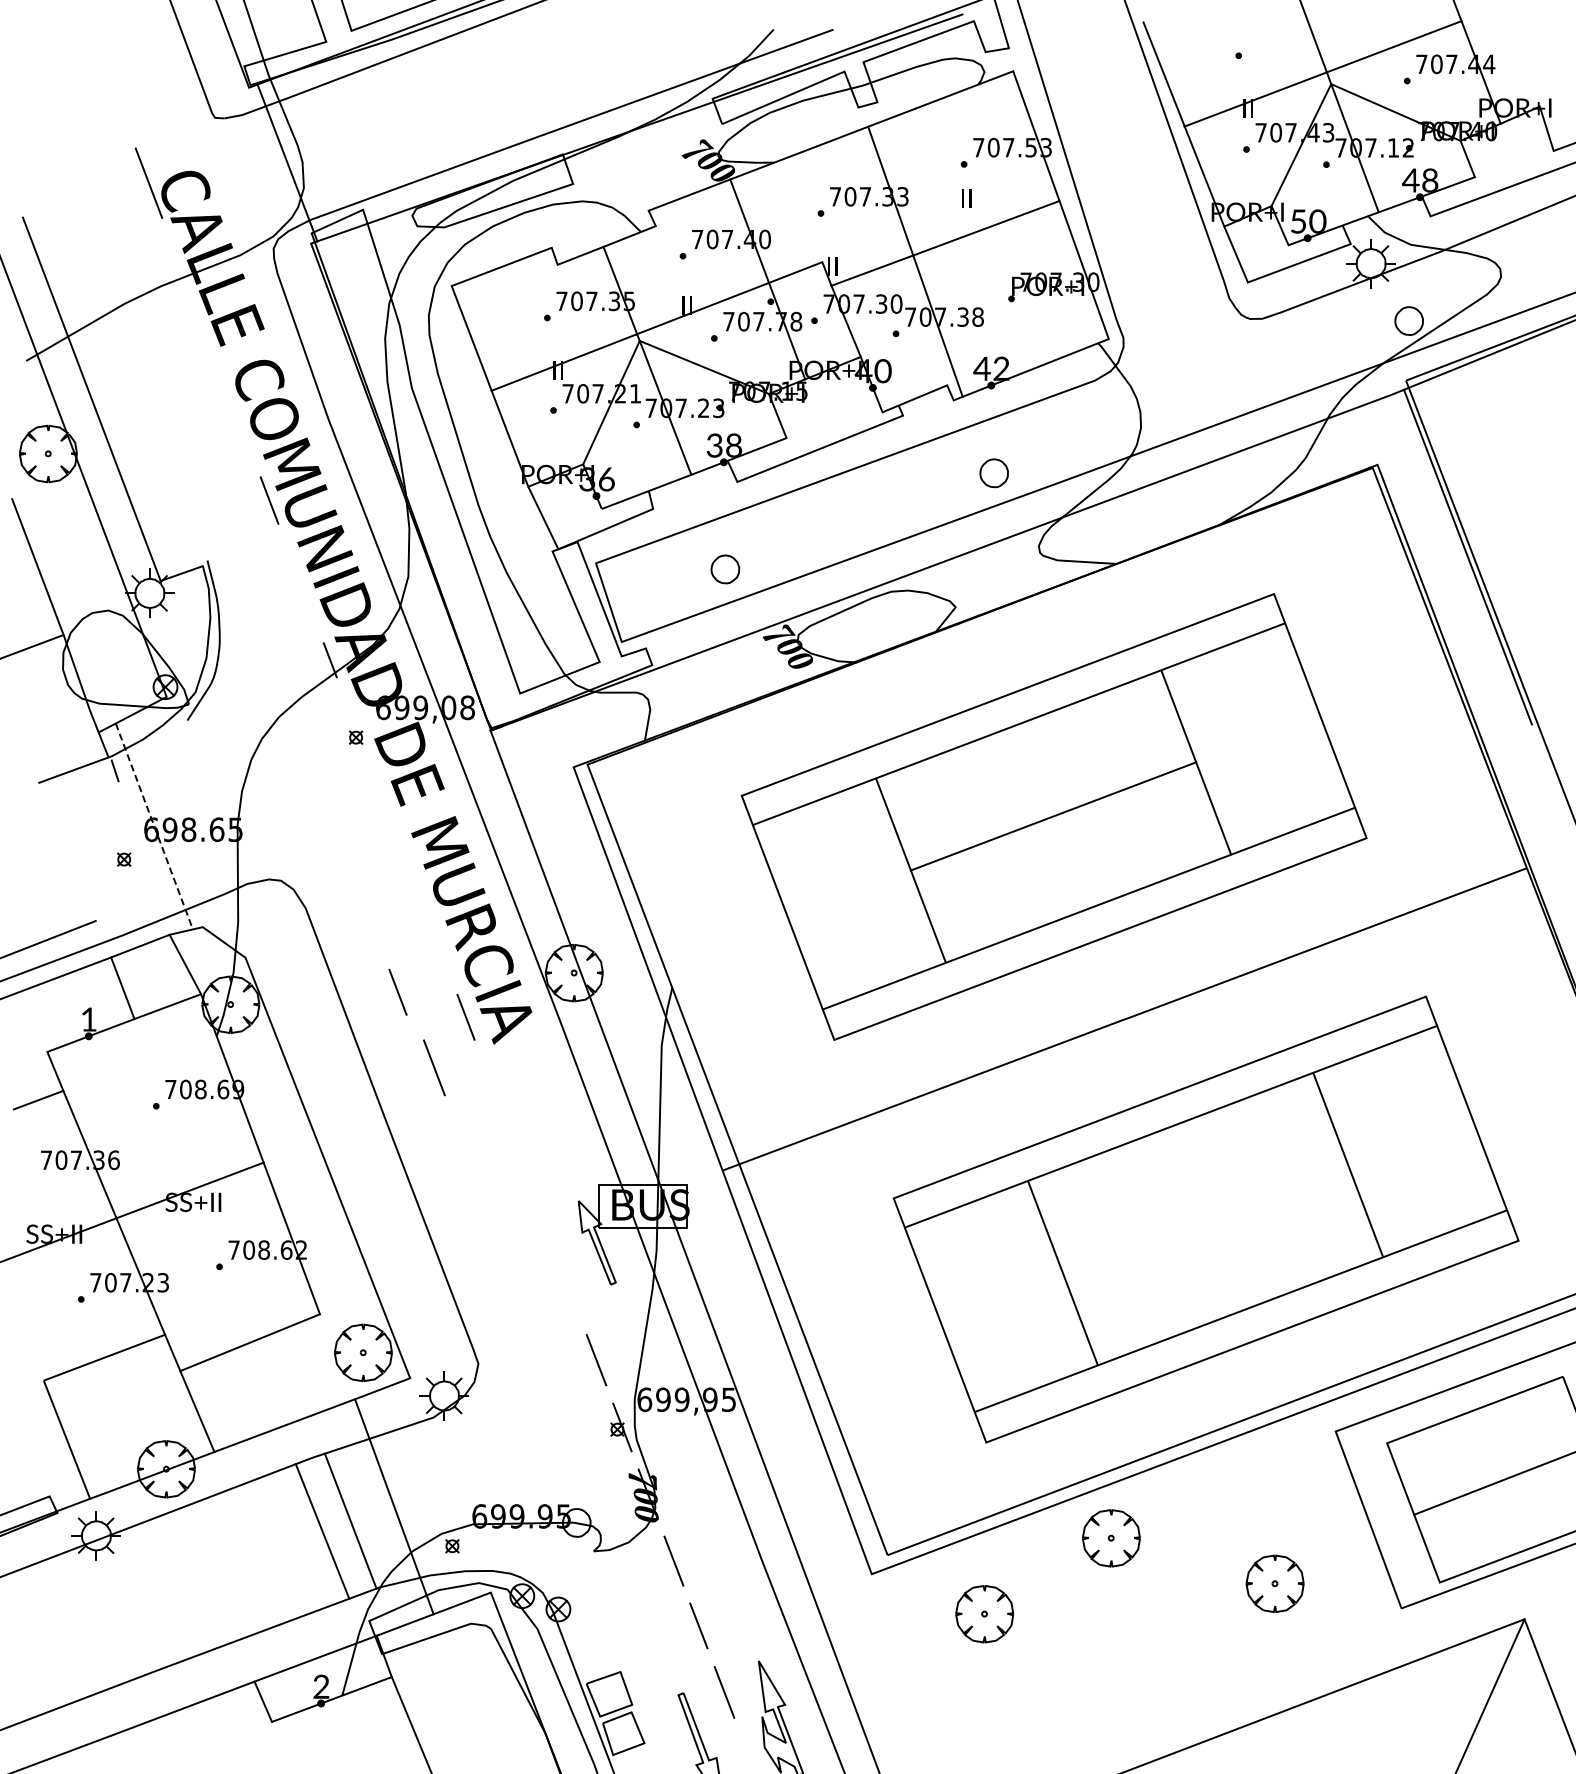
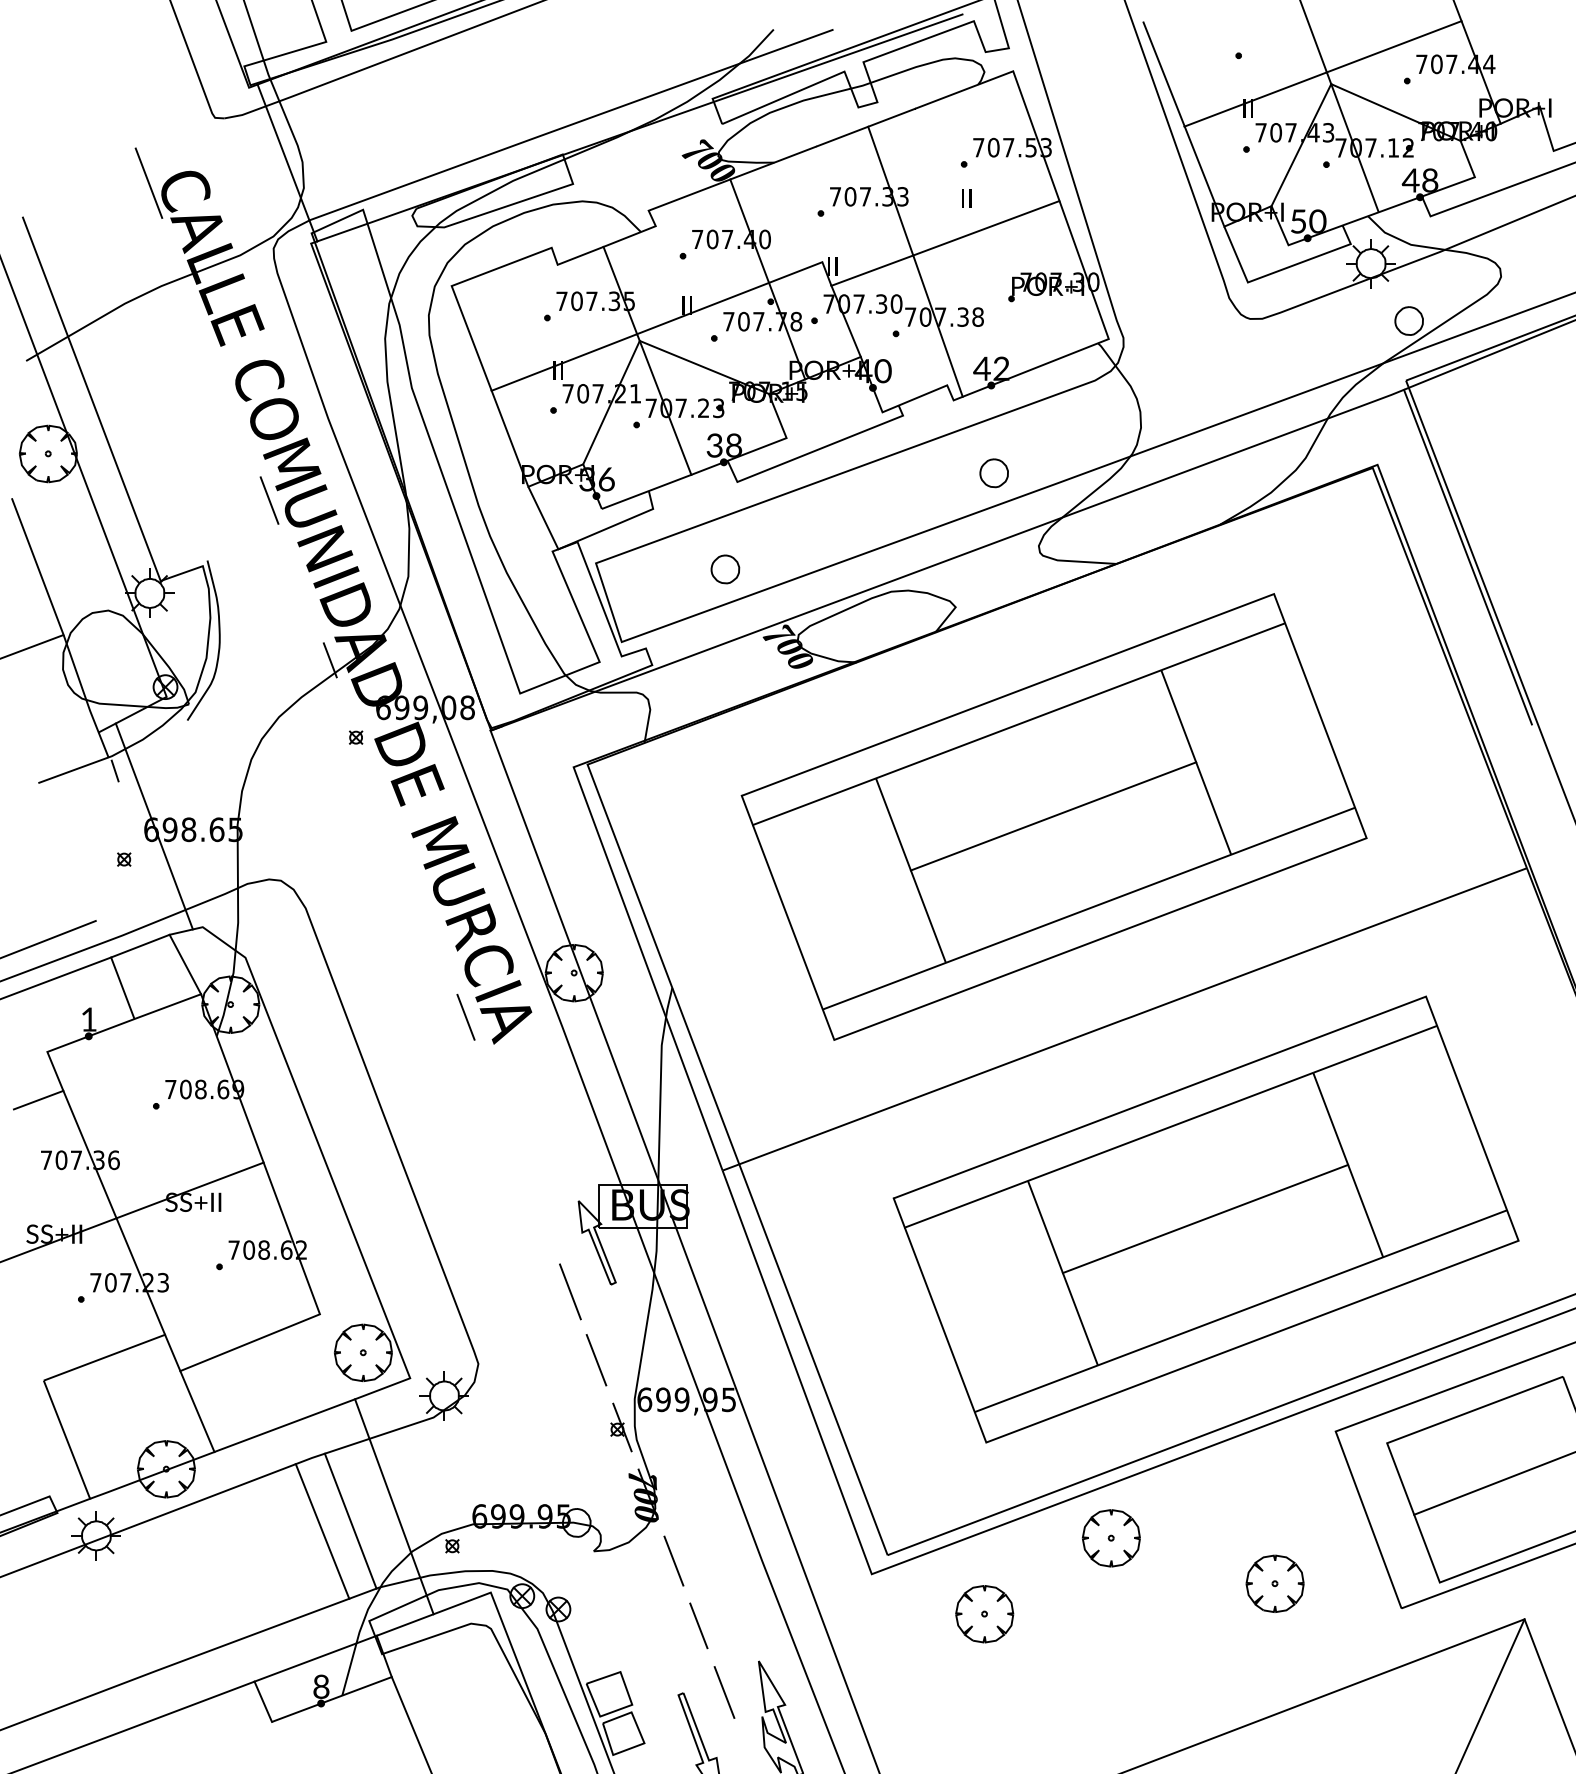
line at (154, 826): dashed -> solid
line at (397, 991): present -> none
line at (434, 1067) position: (434, 1067) -> (570, 1291)
line at (1205, 1218): none -> present
text at (321, 1687): 2 -> 8
